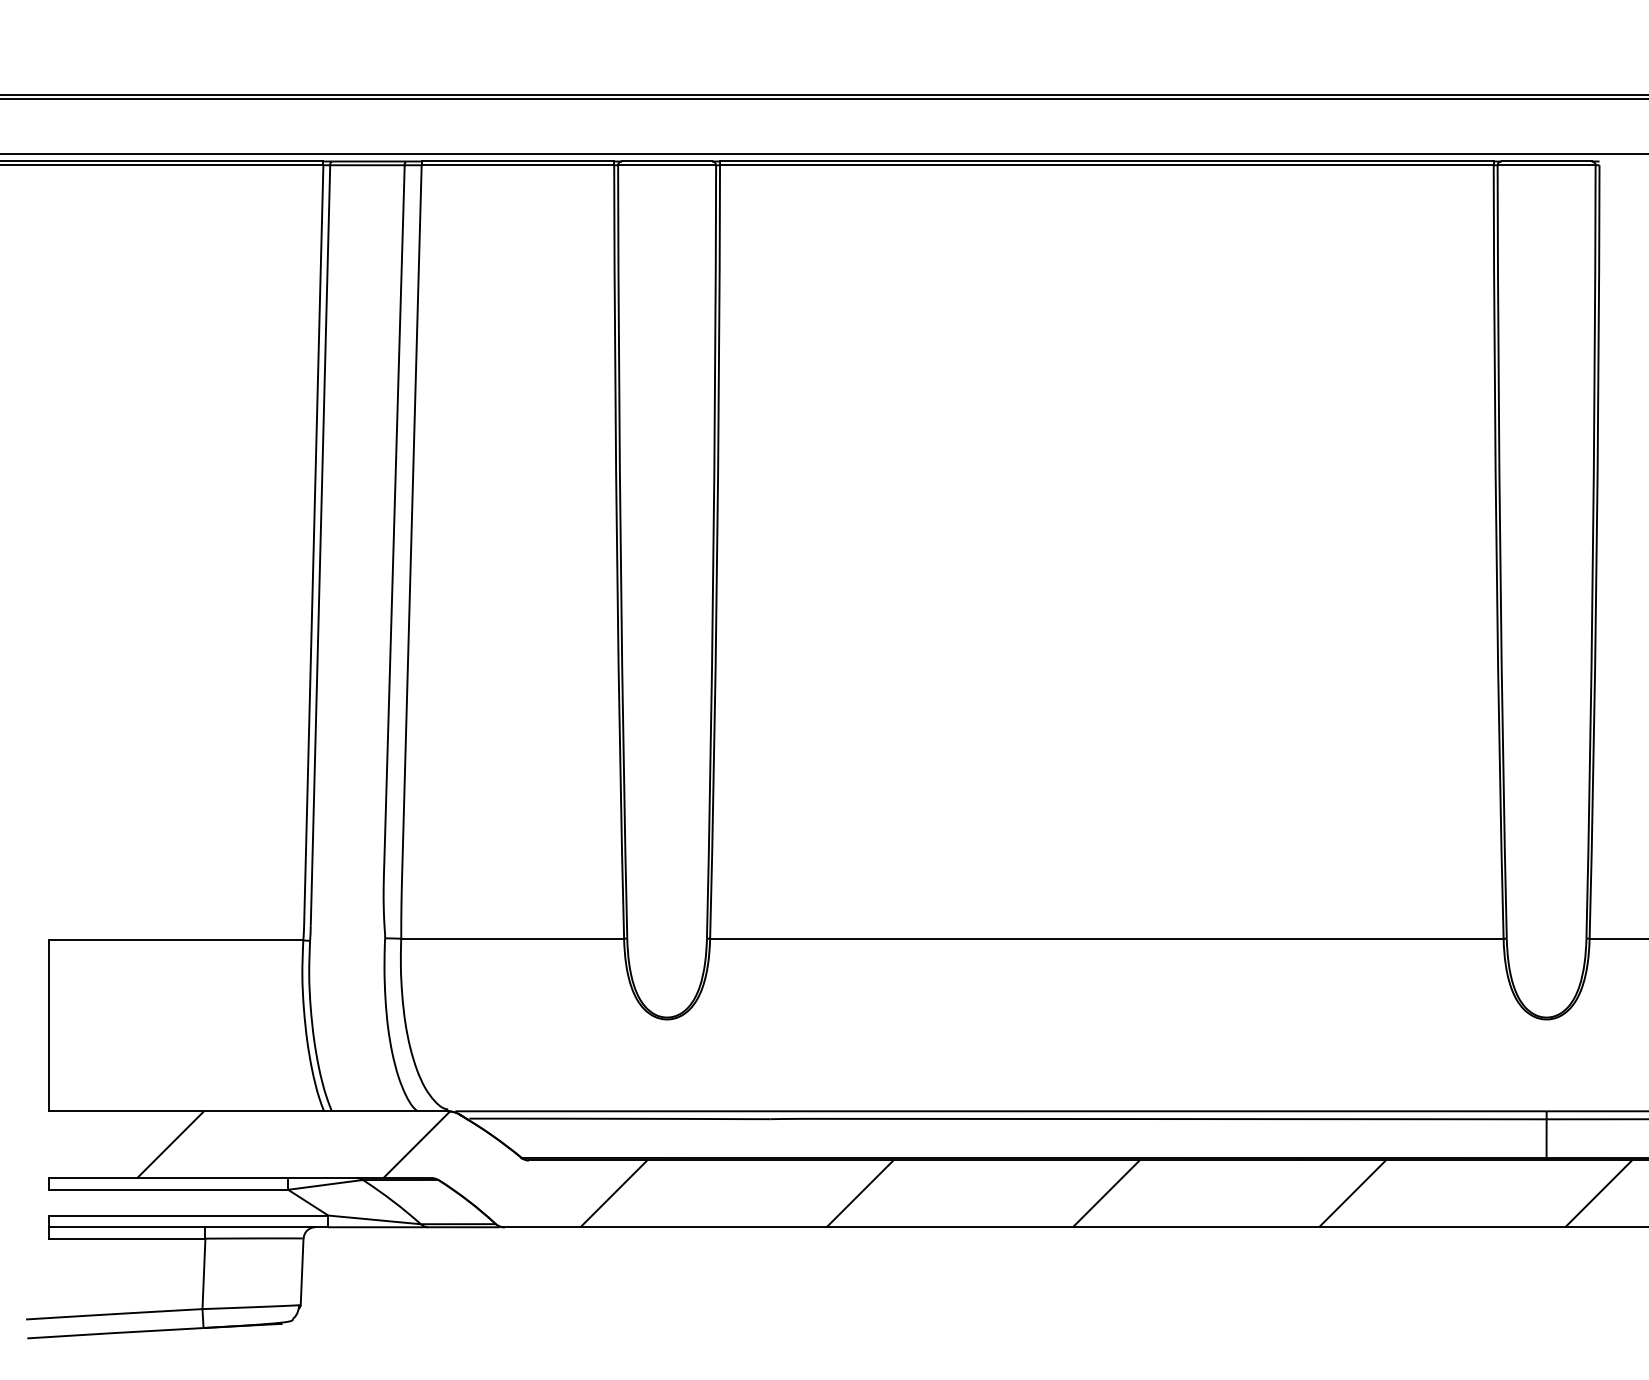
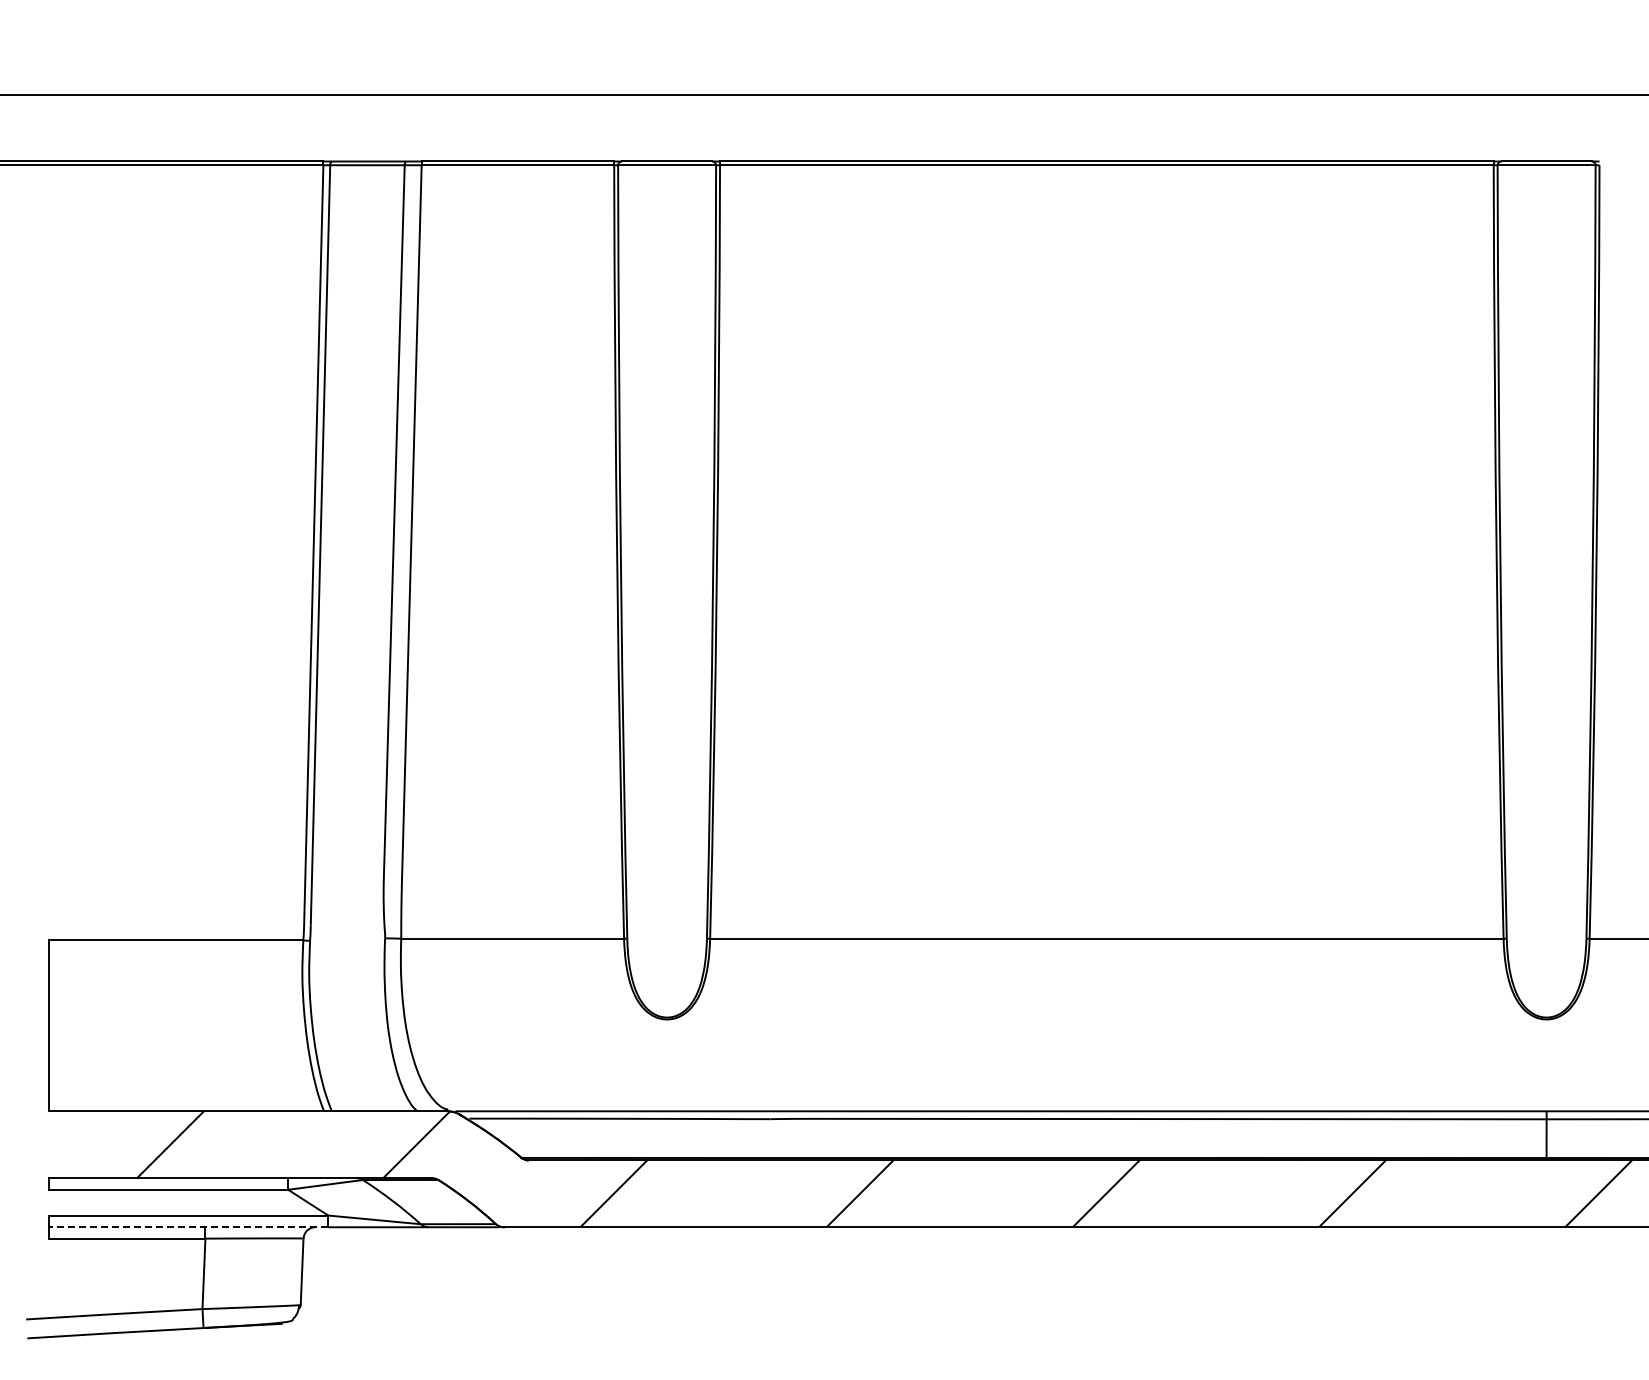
line at (823, 98): present -> none
line at (823, 153): present -> none
line at (188, 1227): solid -> dashed
